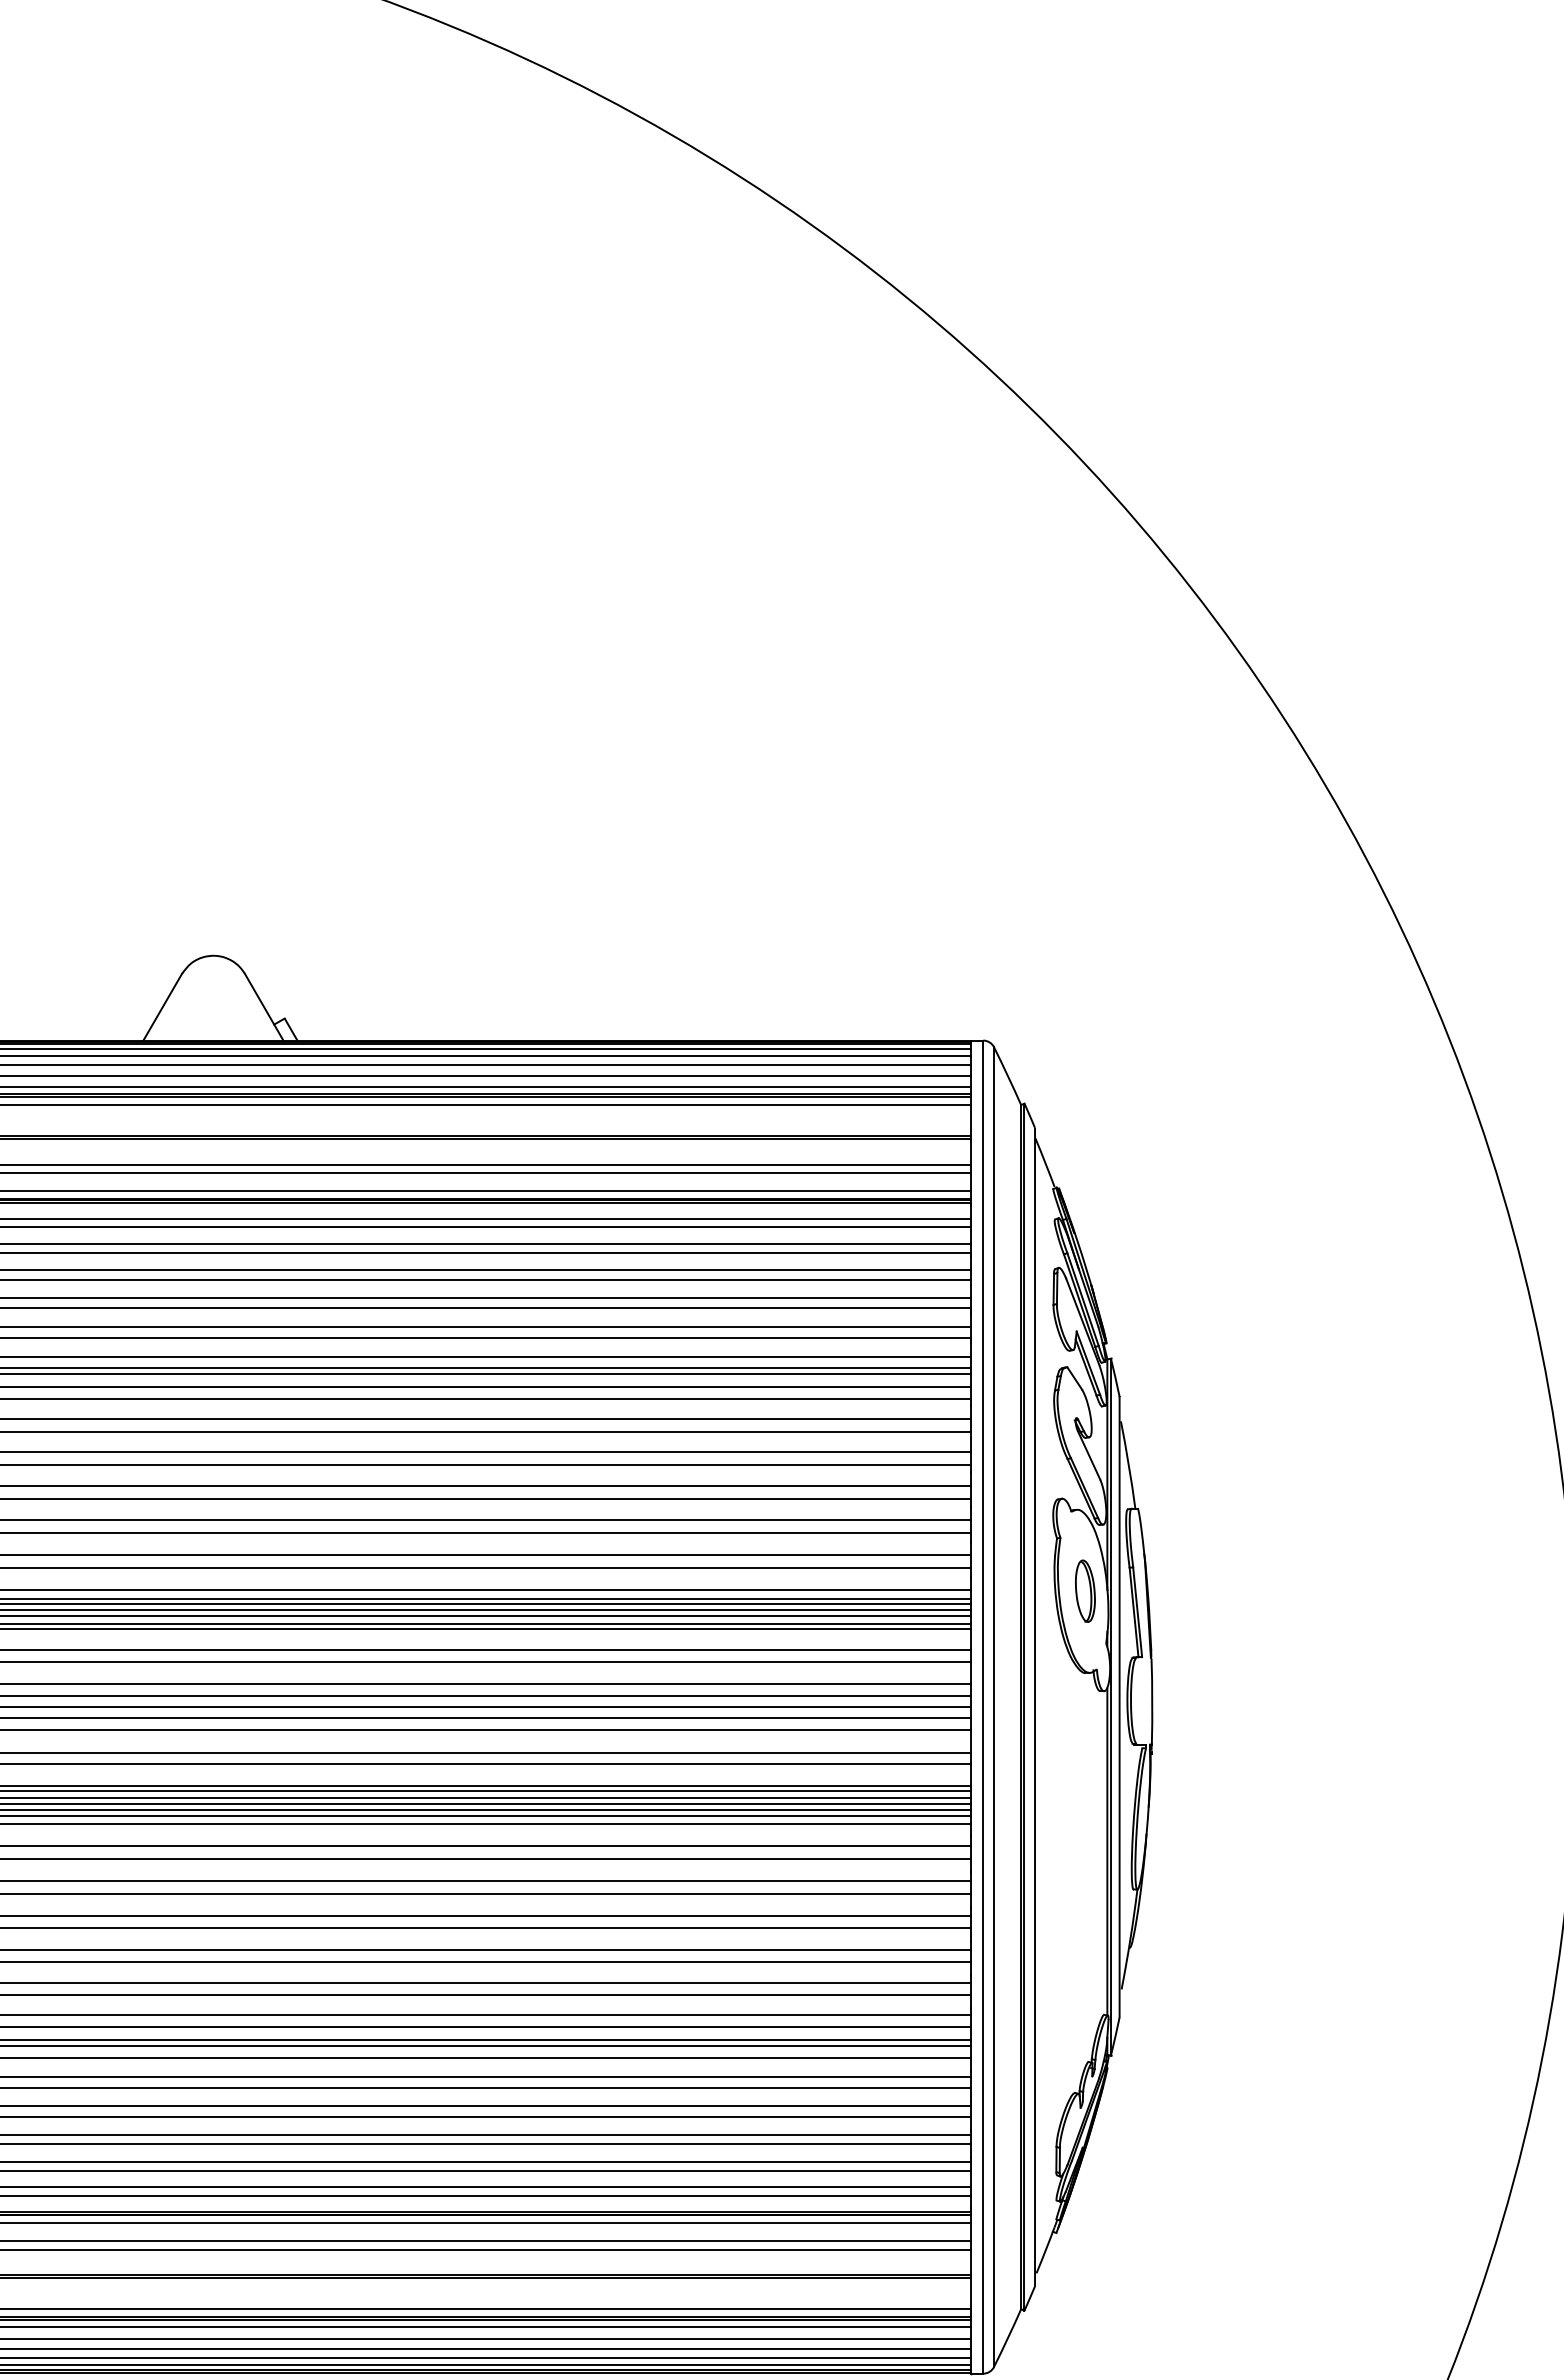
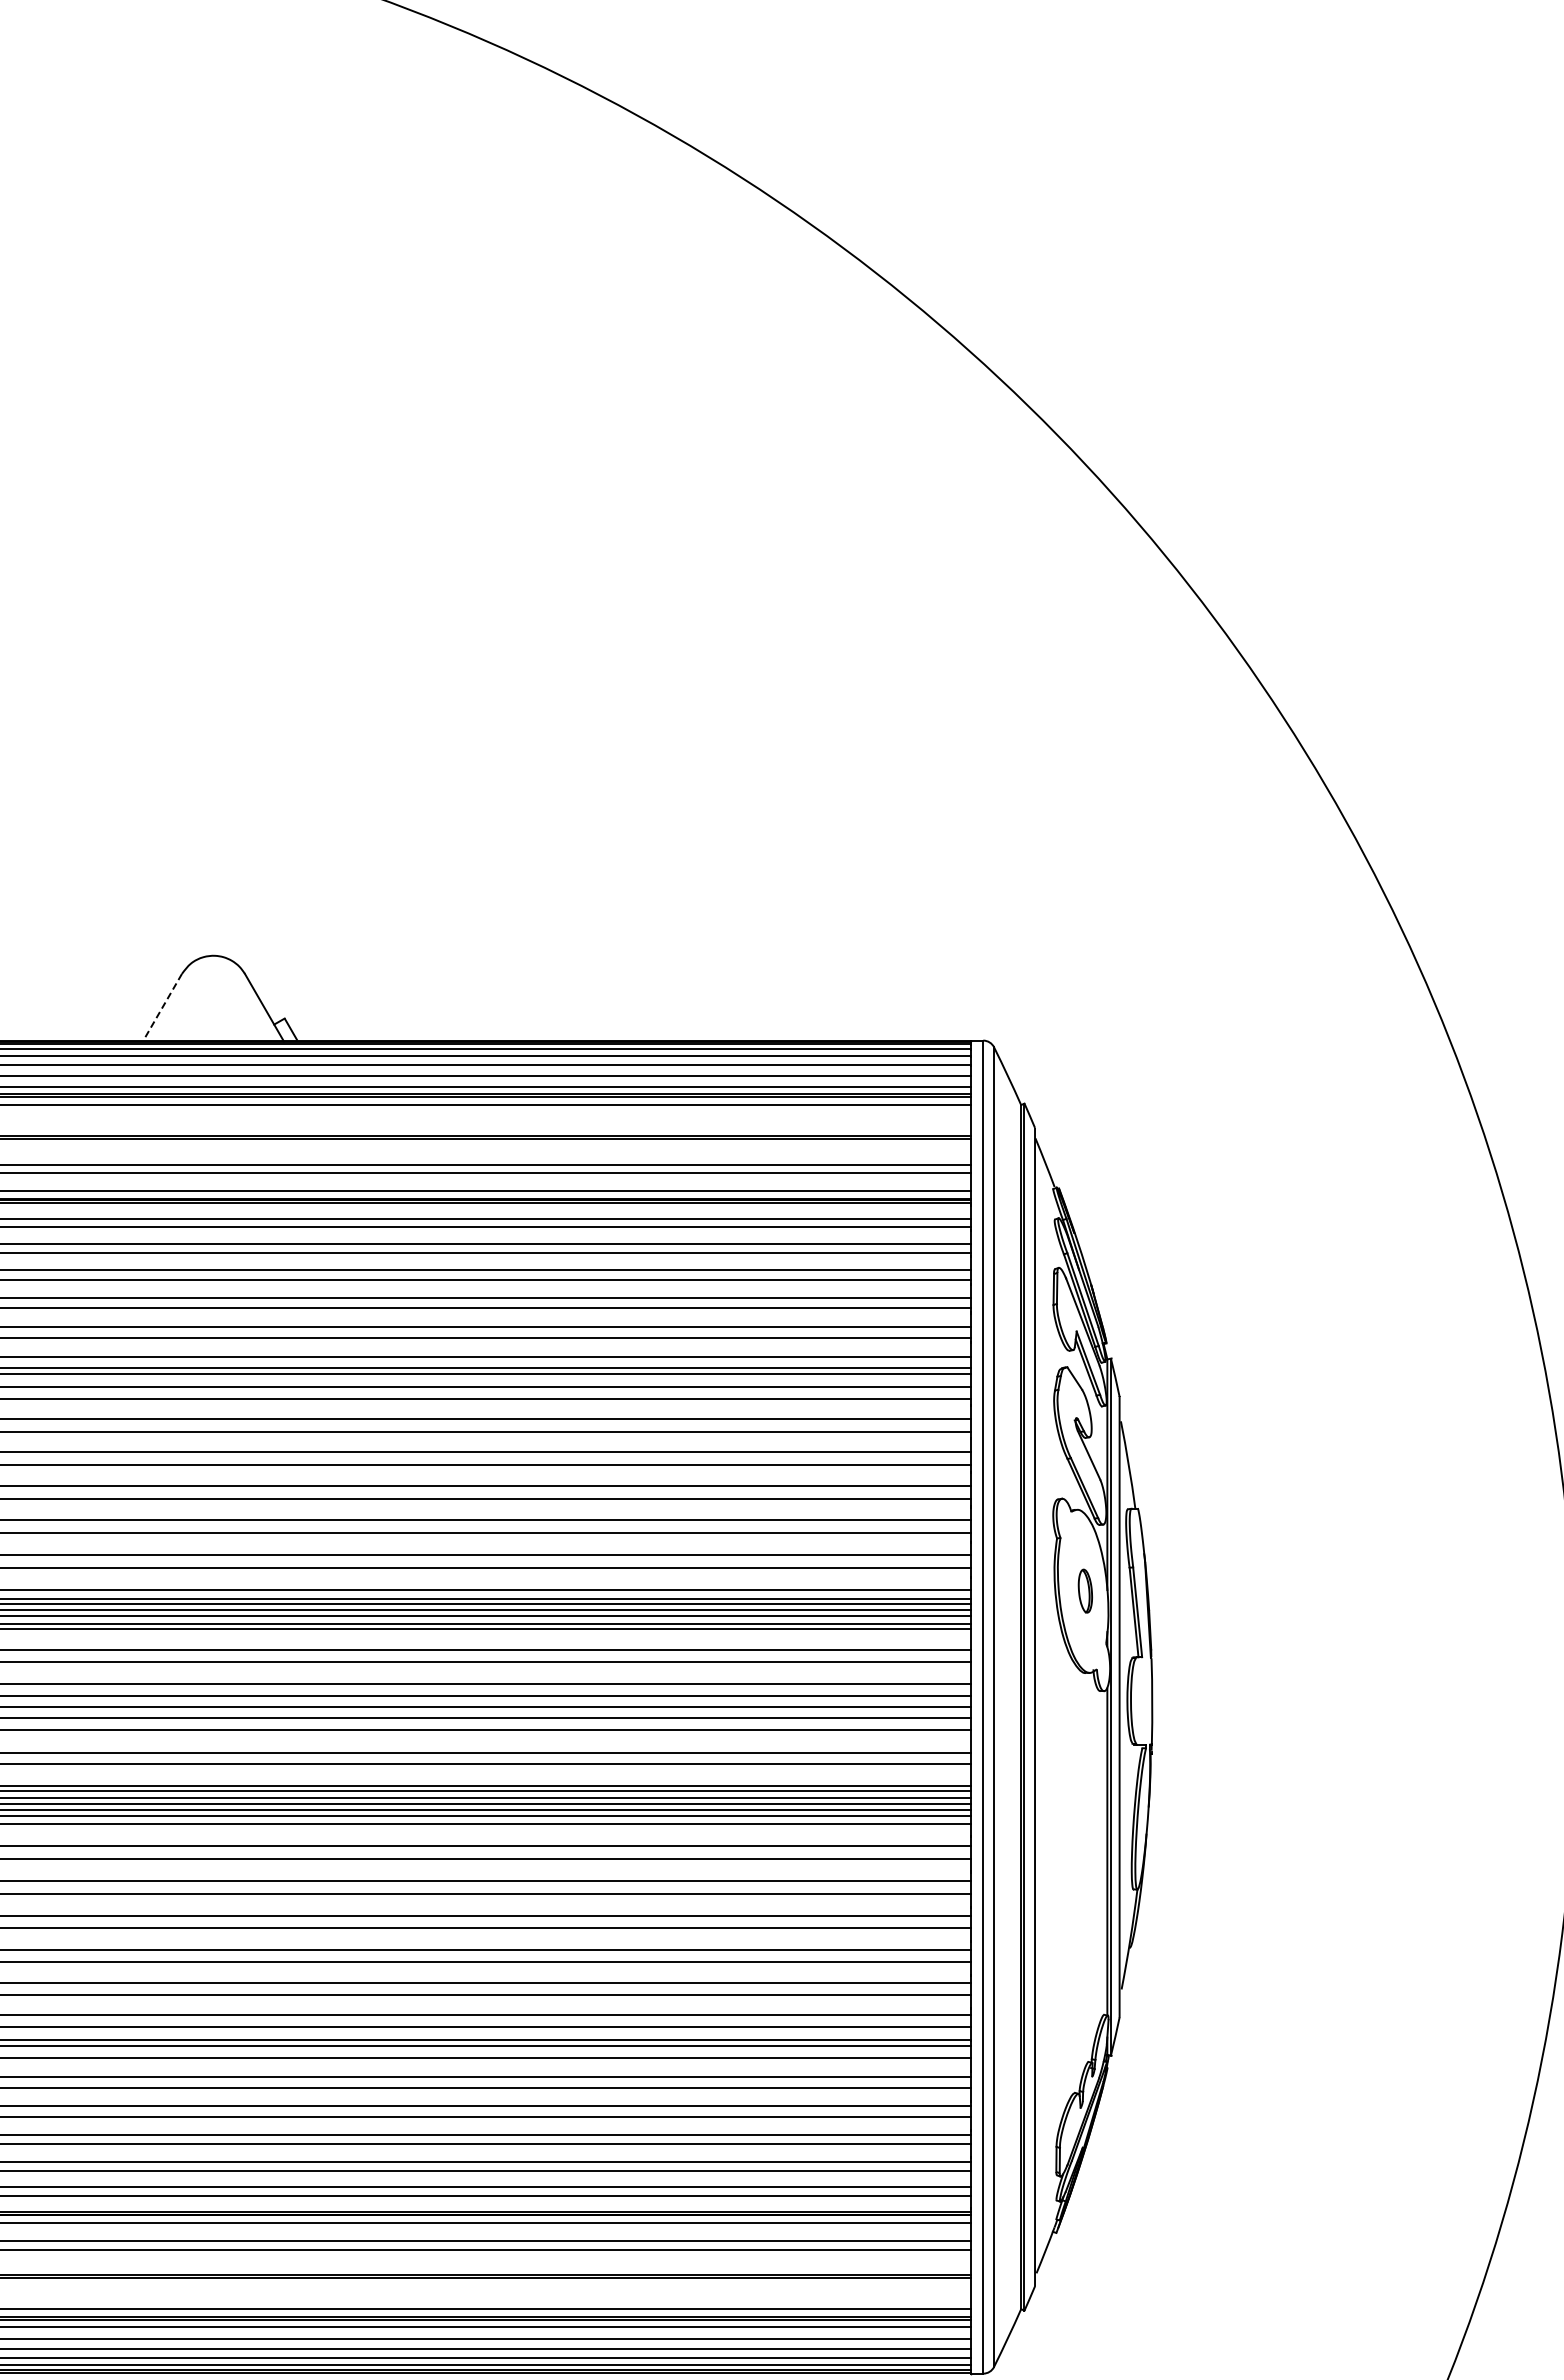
line at (162, 1007): solid -> dashed
part at (1085, 1590) size: 21x64 px -> 16x46 px
